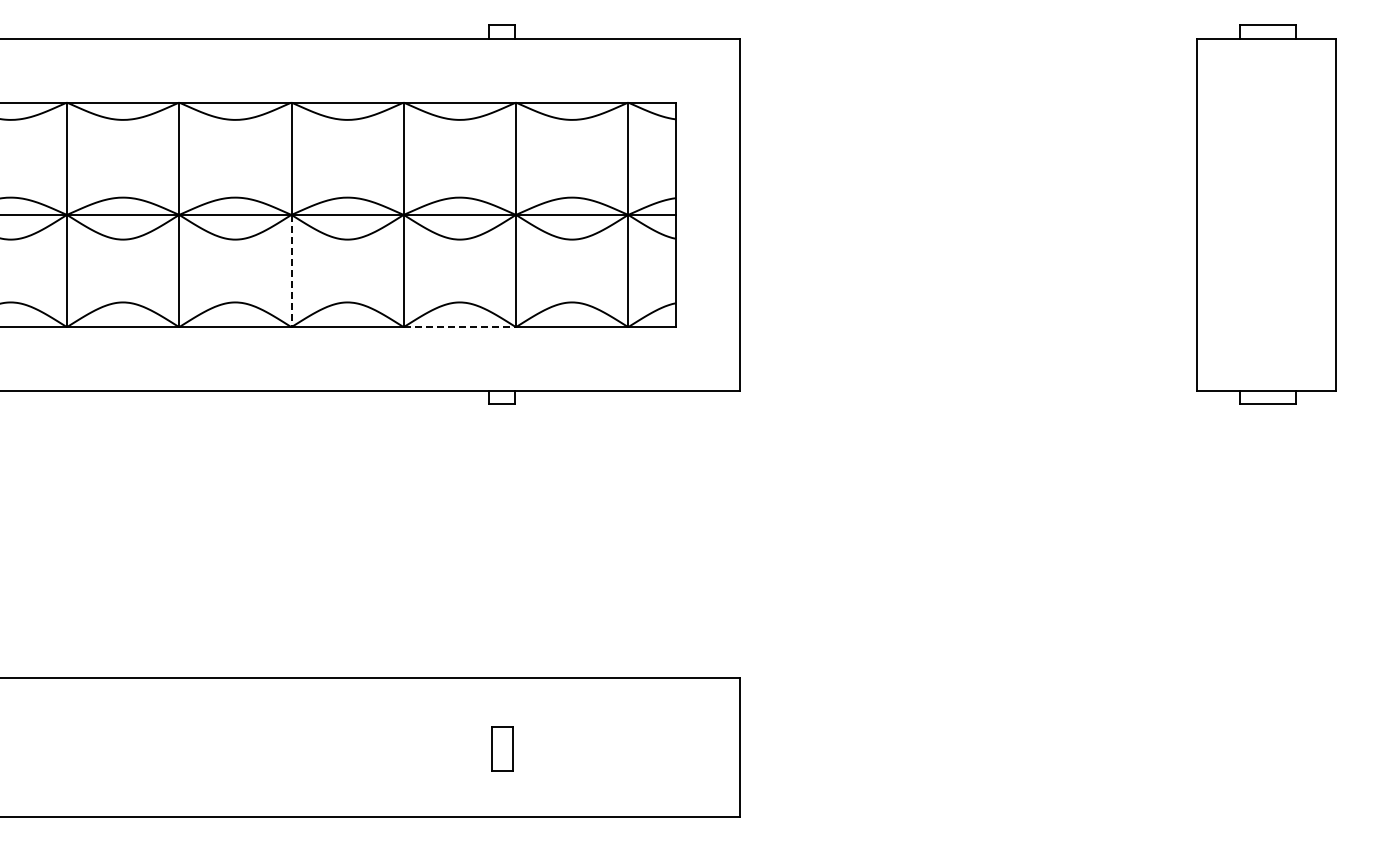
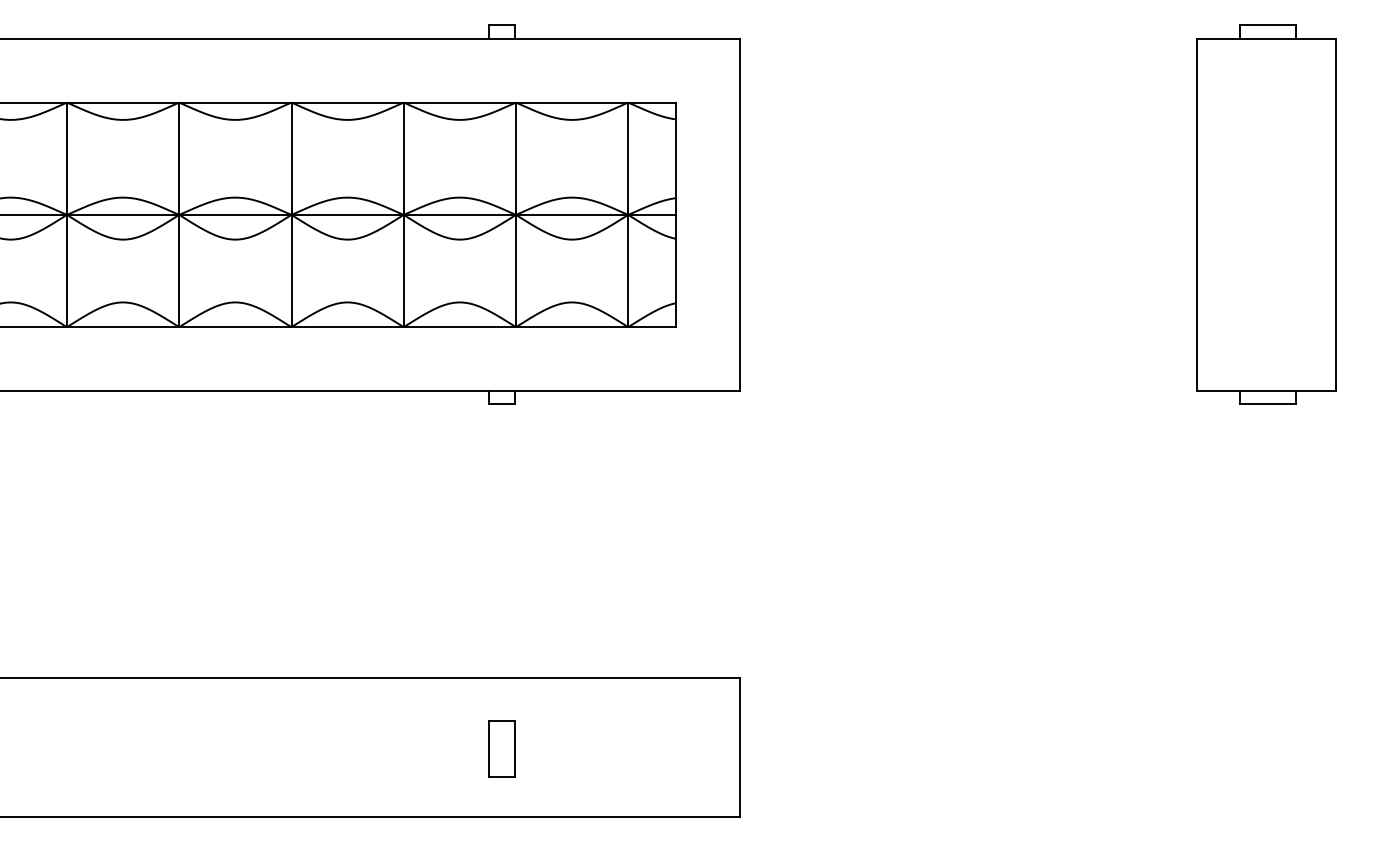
line at (291, 271): dashed -> solid
line at (460, 327): dashed -> solid
part at (502, 748) size: 23x46 px -> 28x58 px
